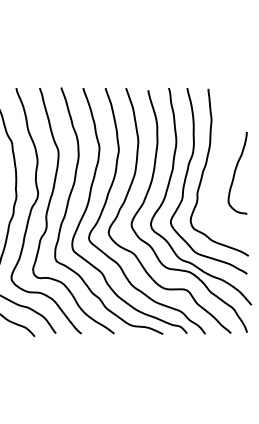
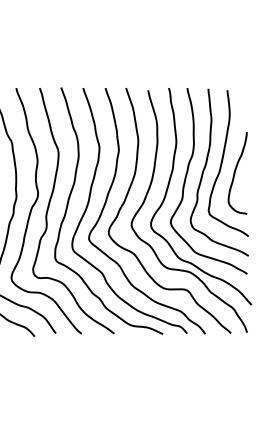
curve at (223, 160): none -> present
